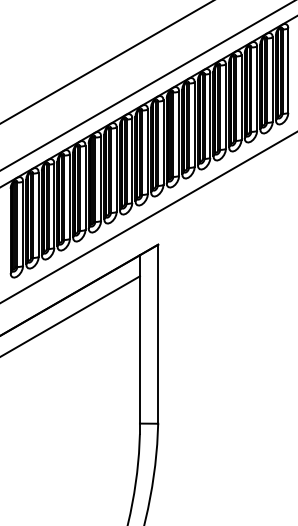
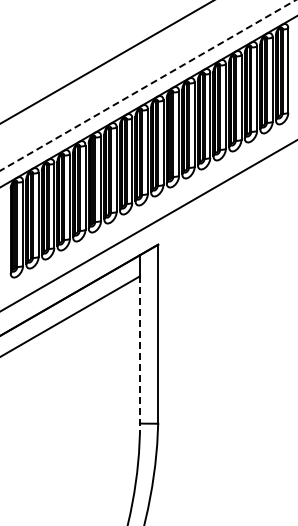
line at (148, 85): solid -> dashed
line at (148, 217) position: (148, 217) -> (148, 225)
line at (139, 355): solid -> dashed
